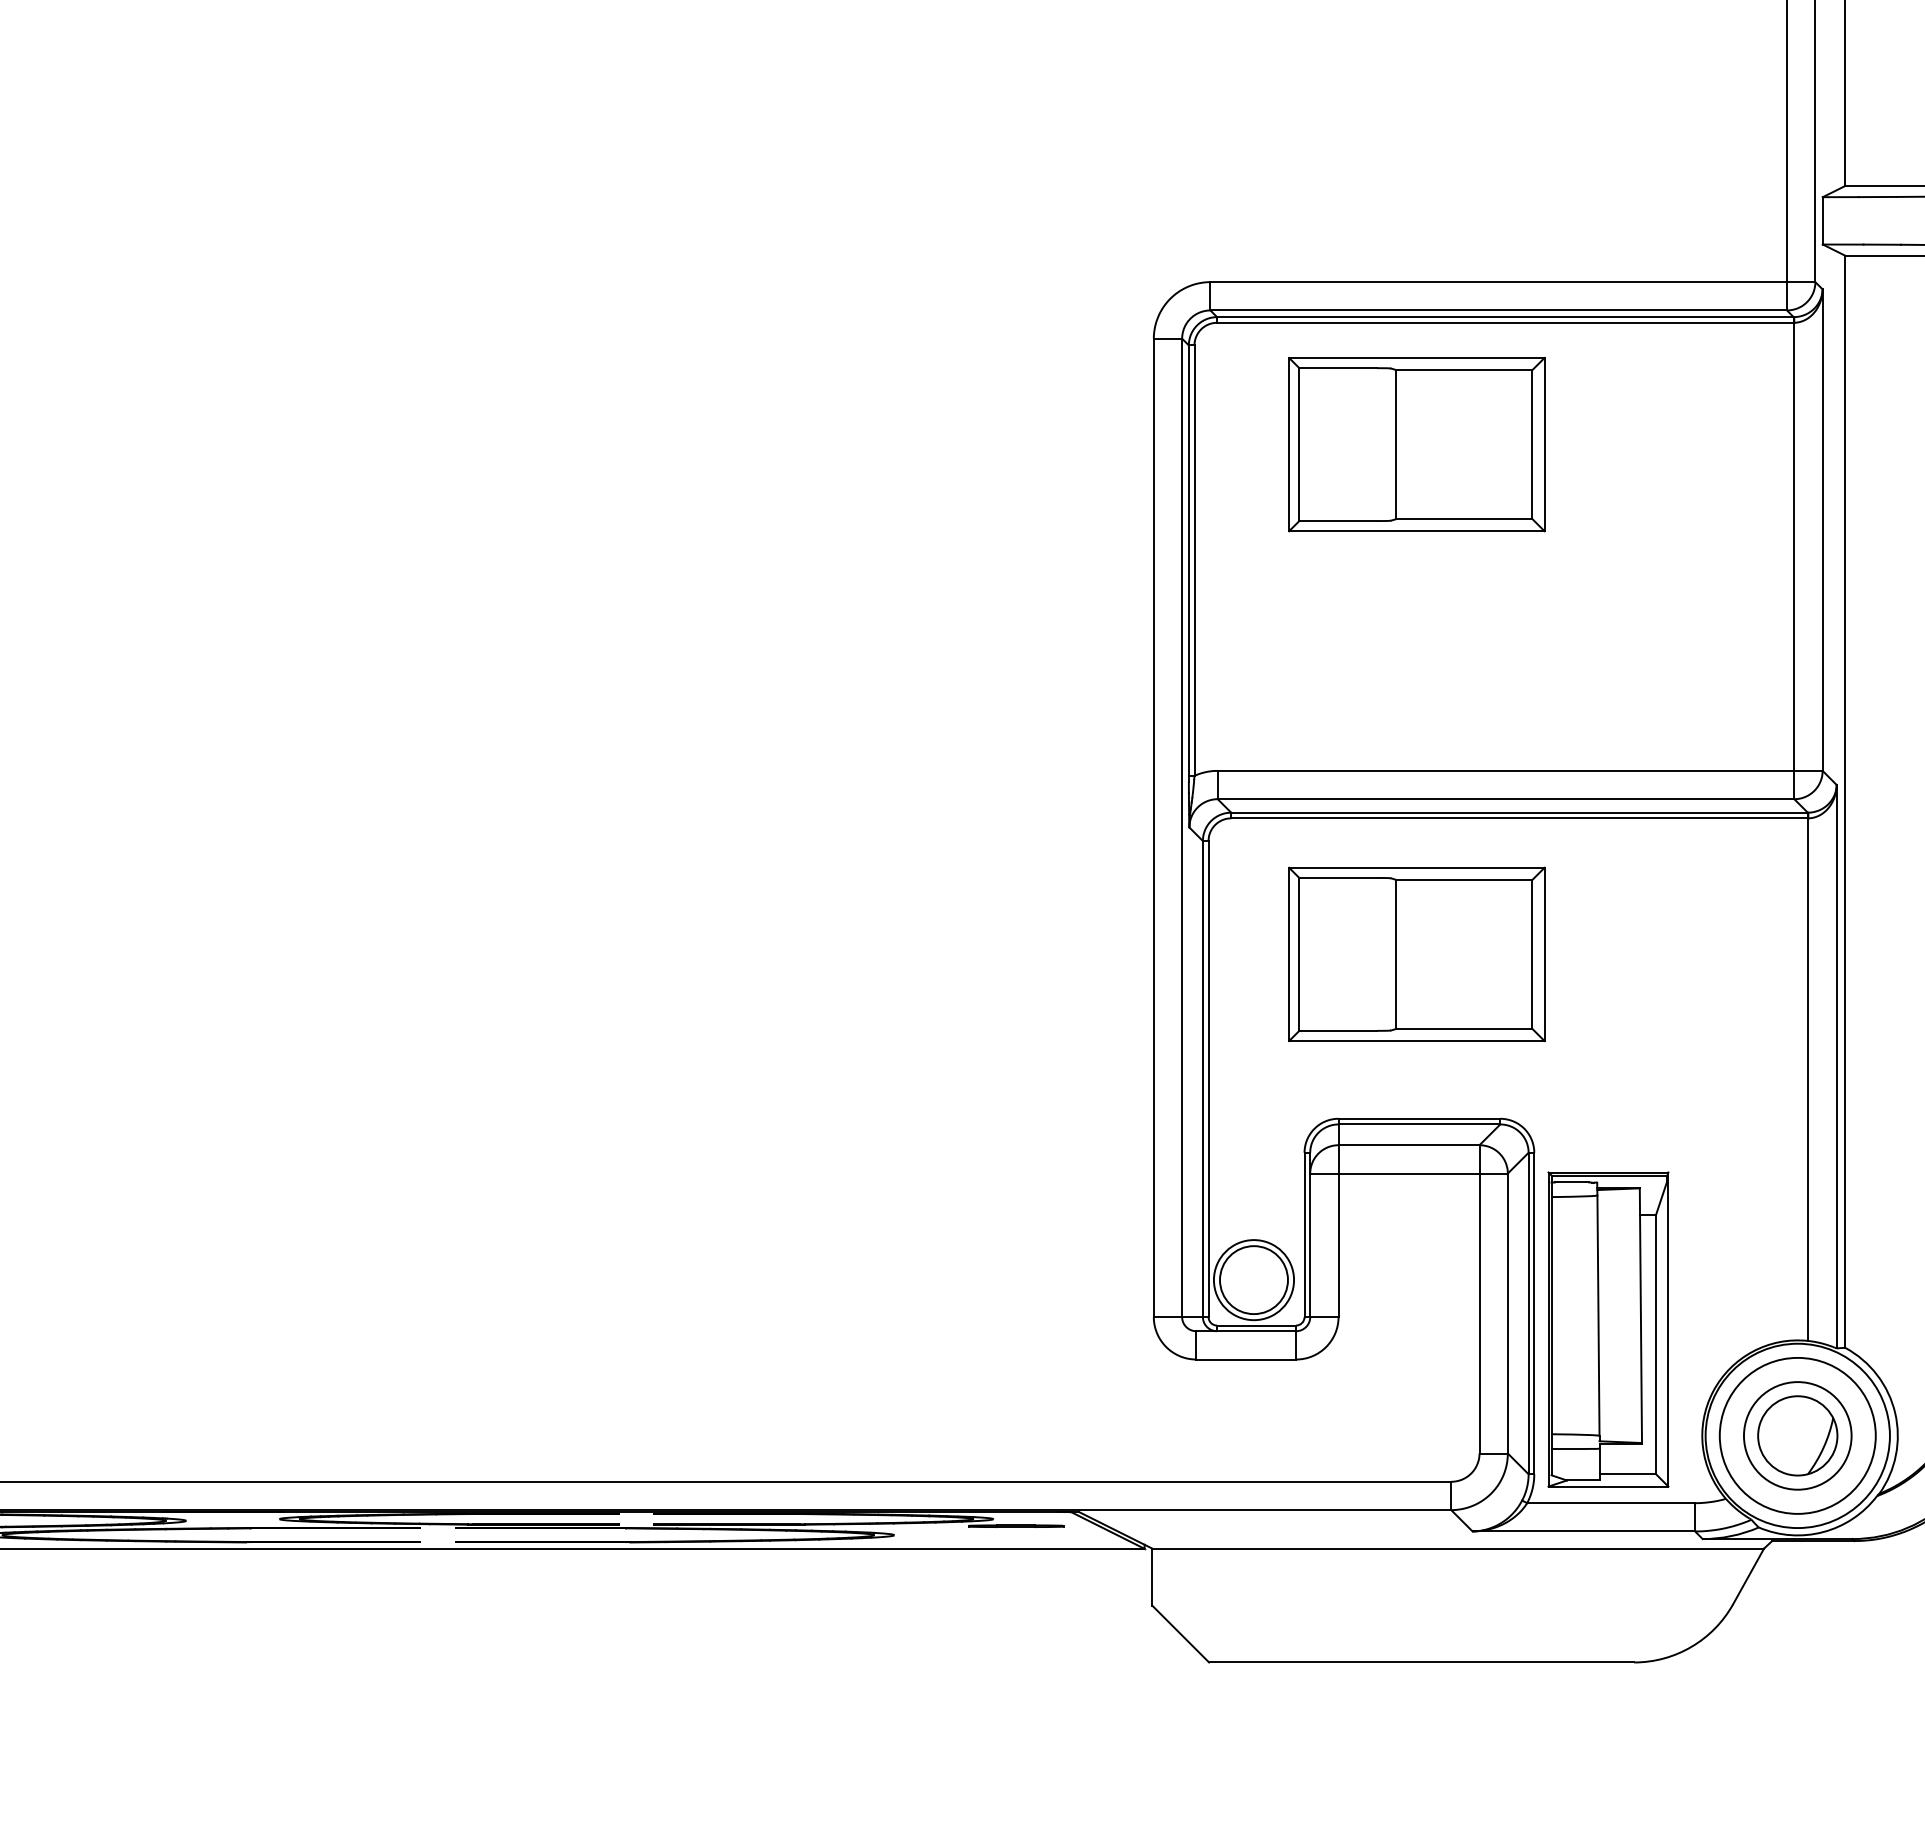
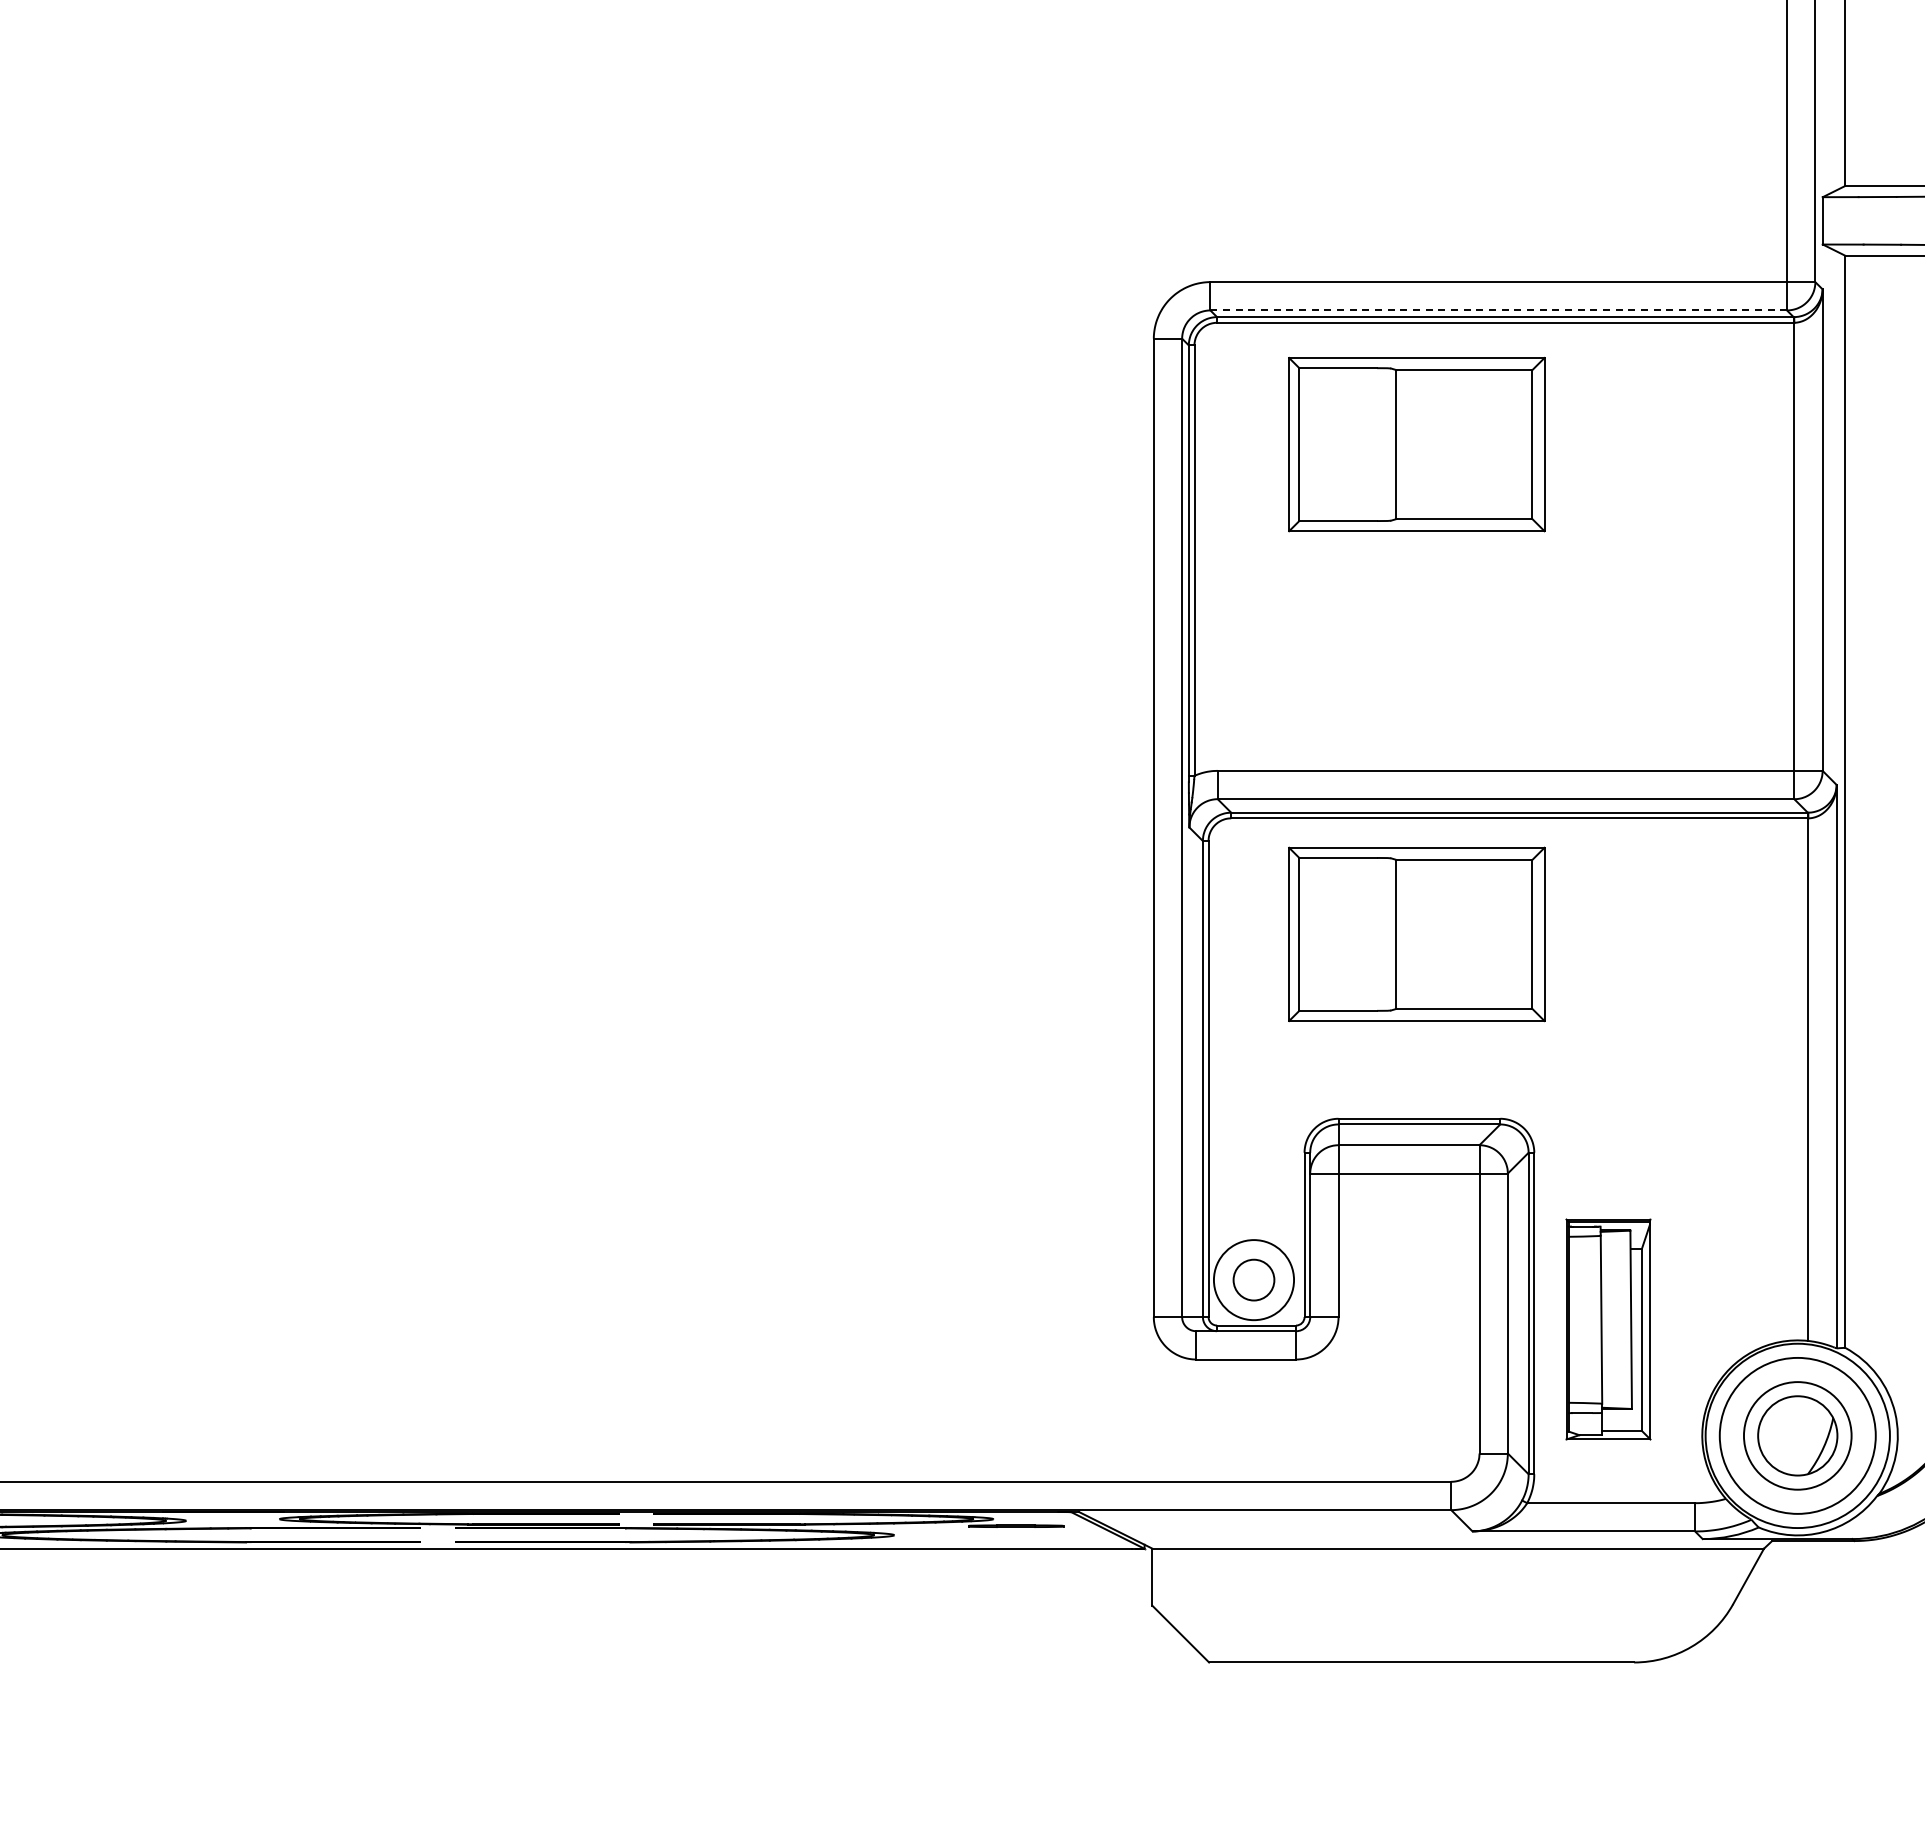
line at (1499, 310): solid -> dashed
part at (1416, 954) position: (1416, 954) -> (1416, 934)
circle at (1253, 1280) diameter: 68 px -> 41 px
part at (1608, 1329) size: 123x317 px -> 87x223 px
